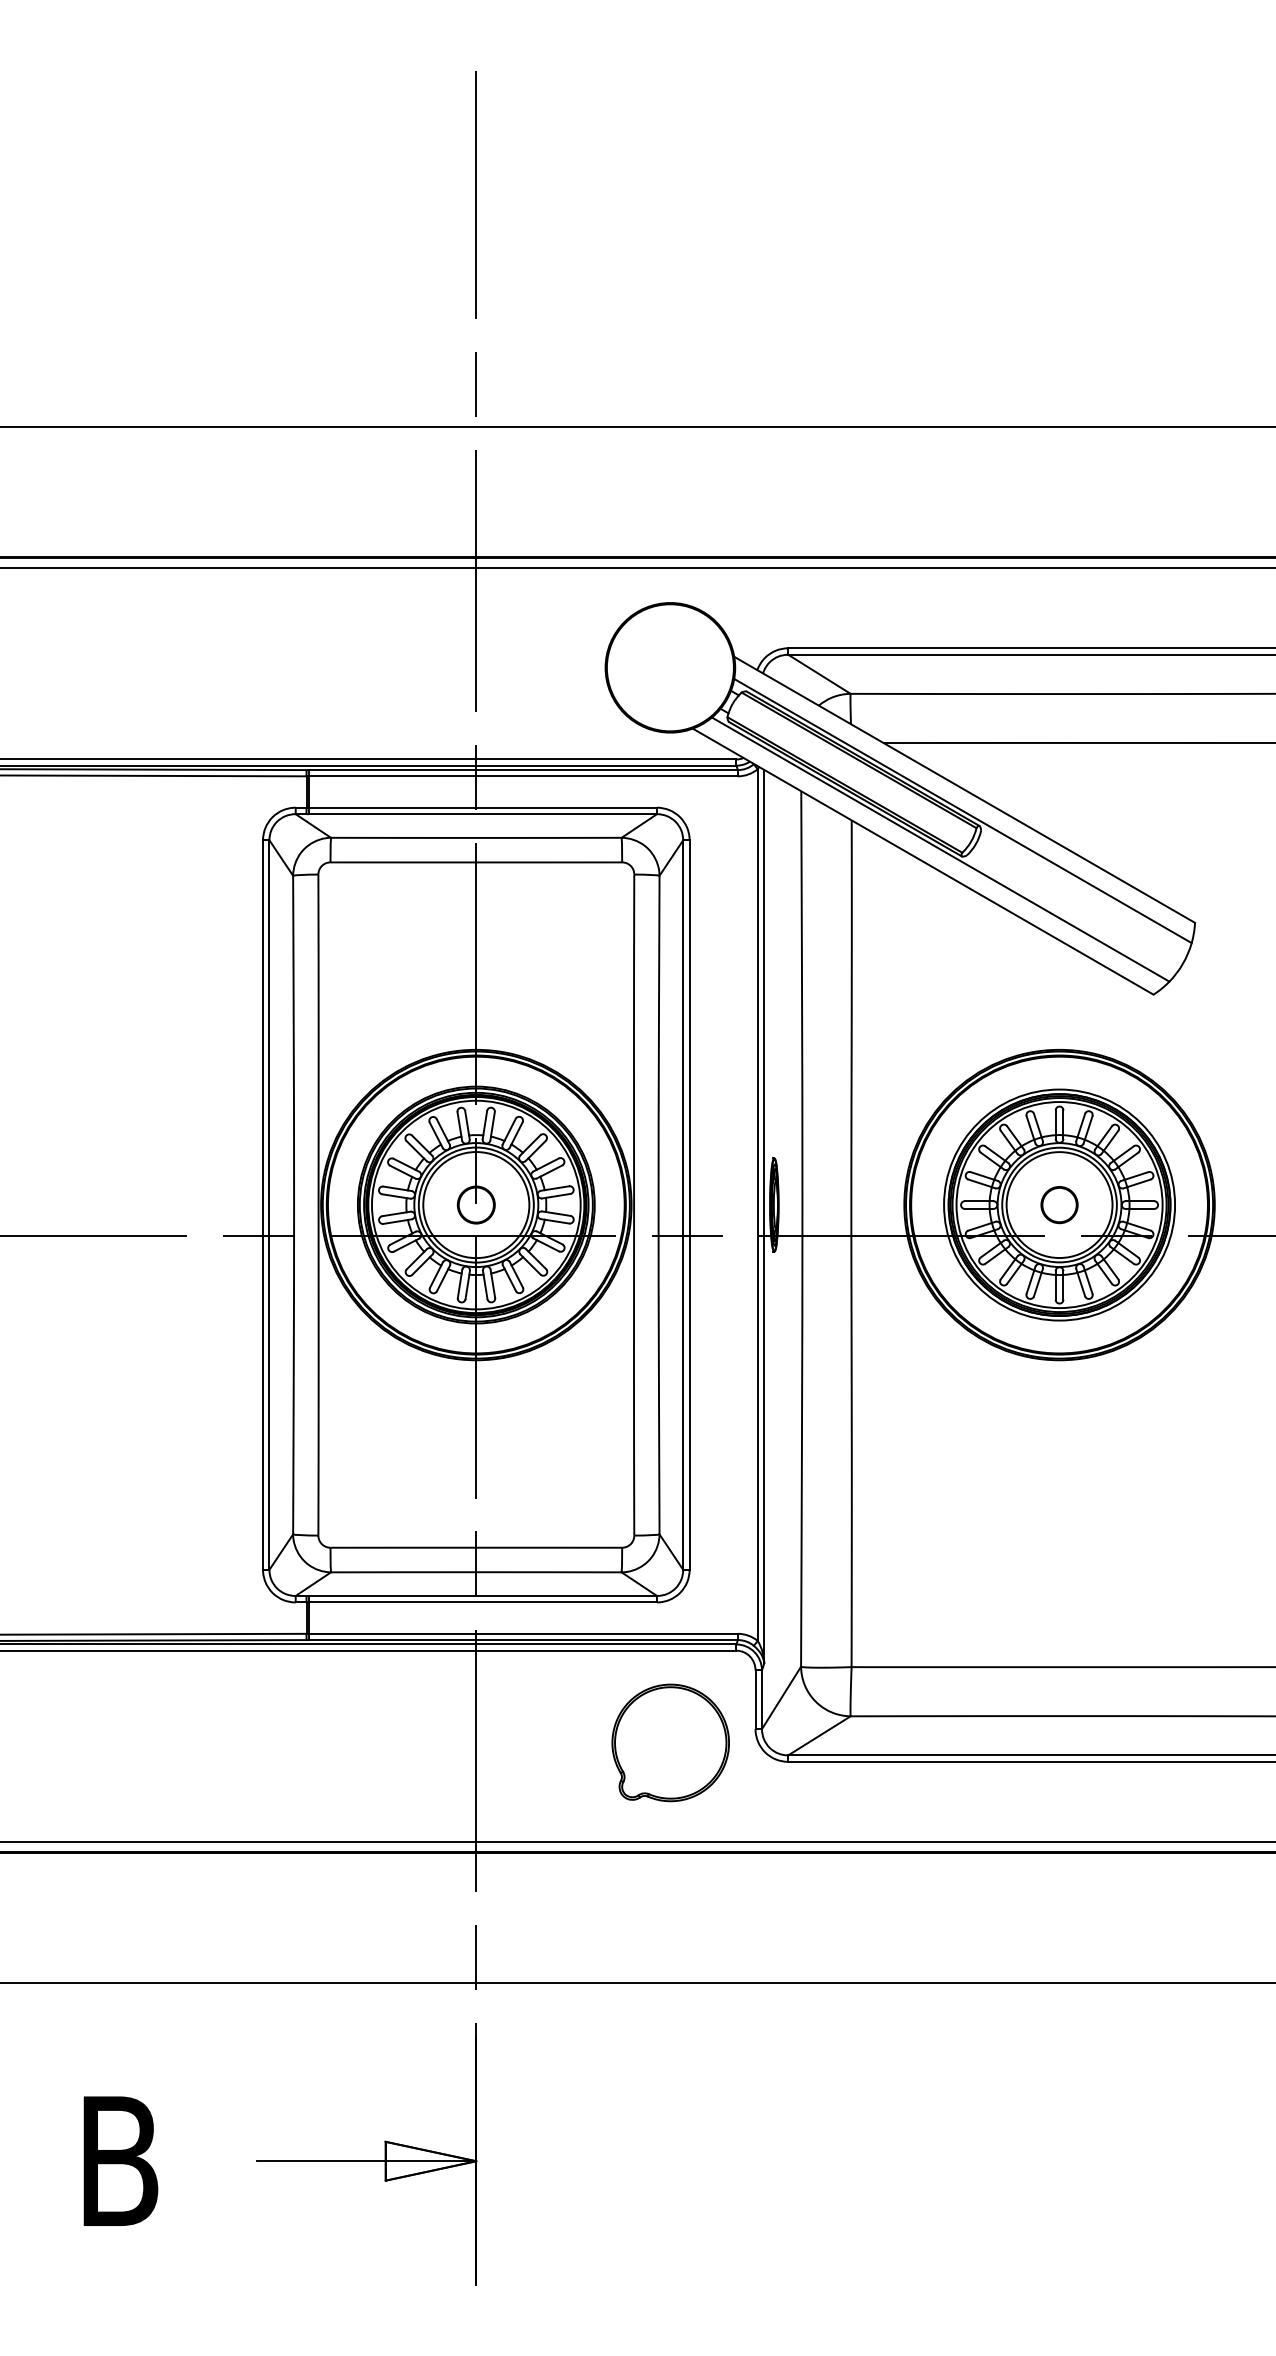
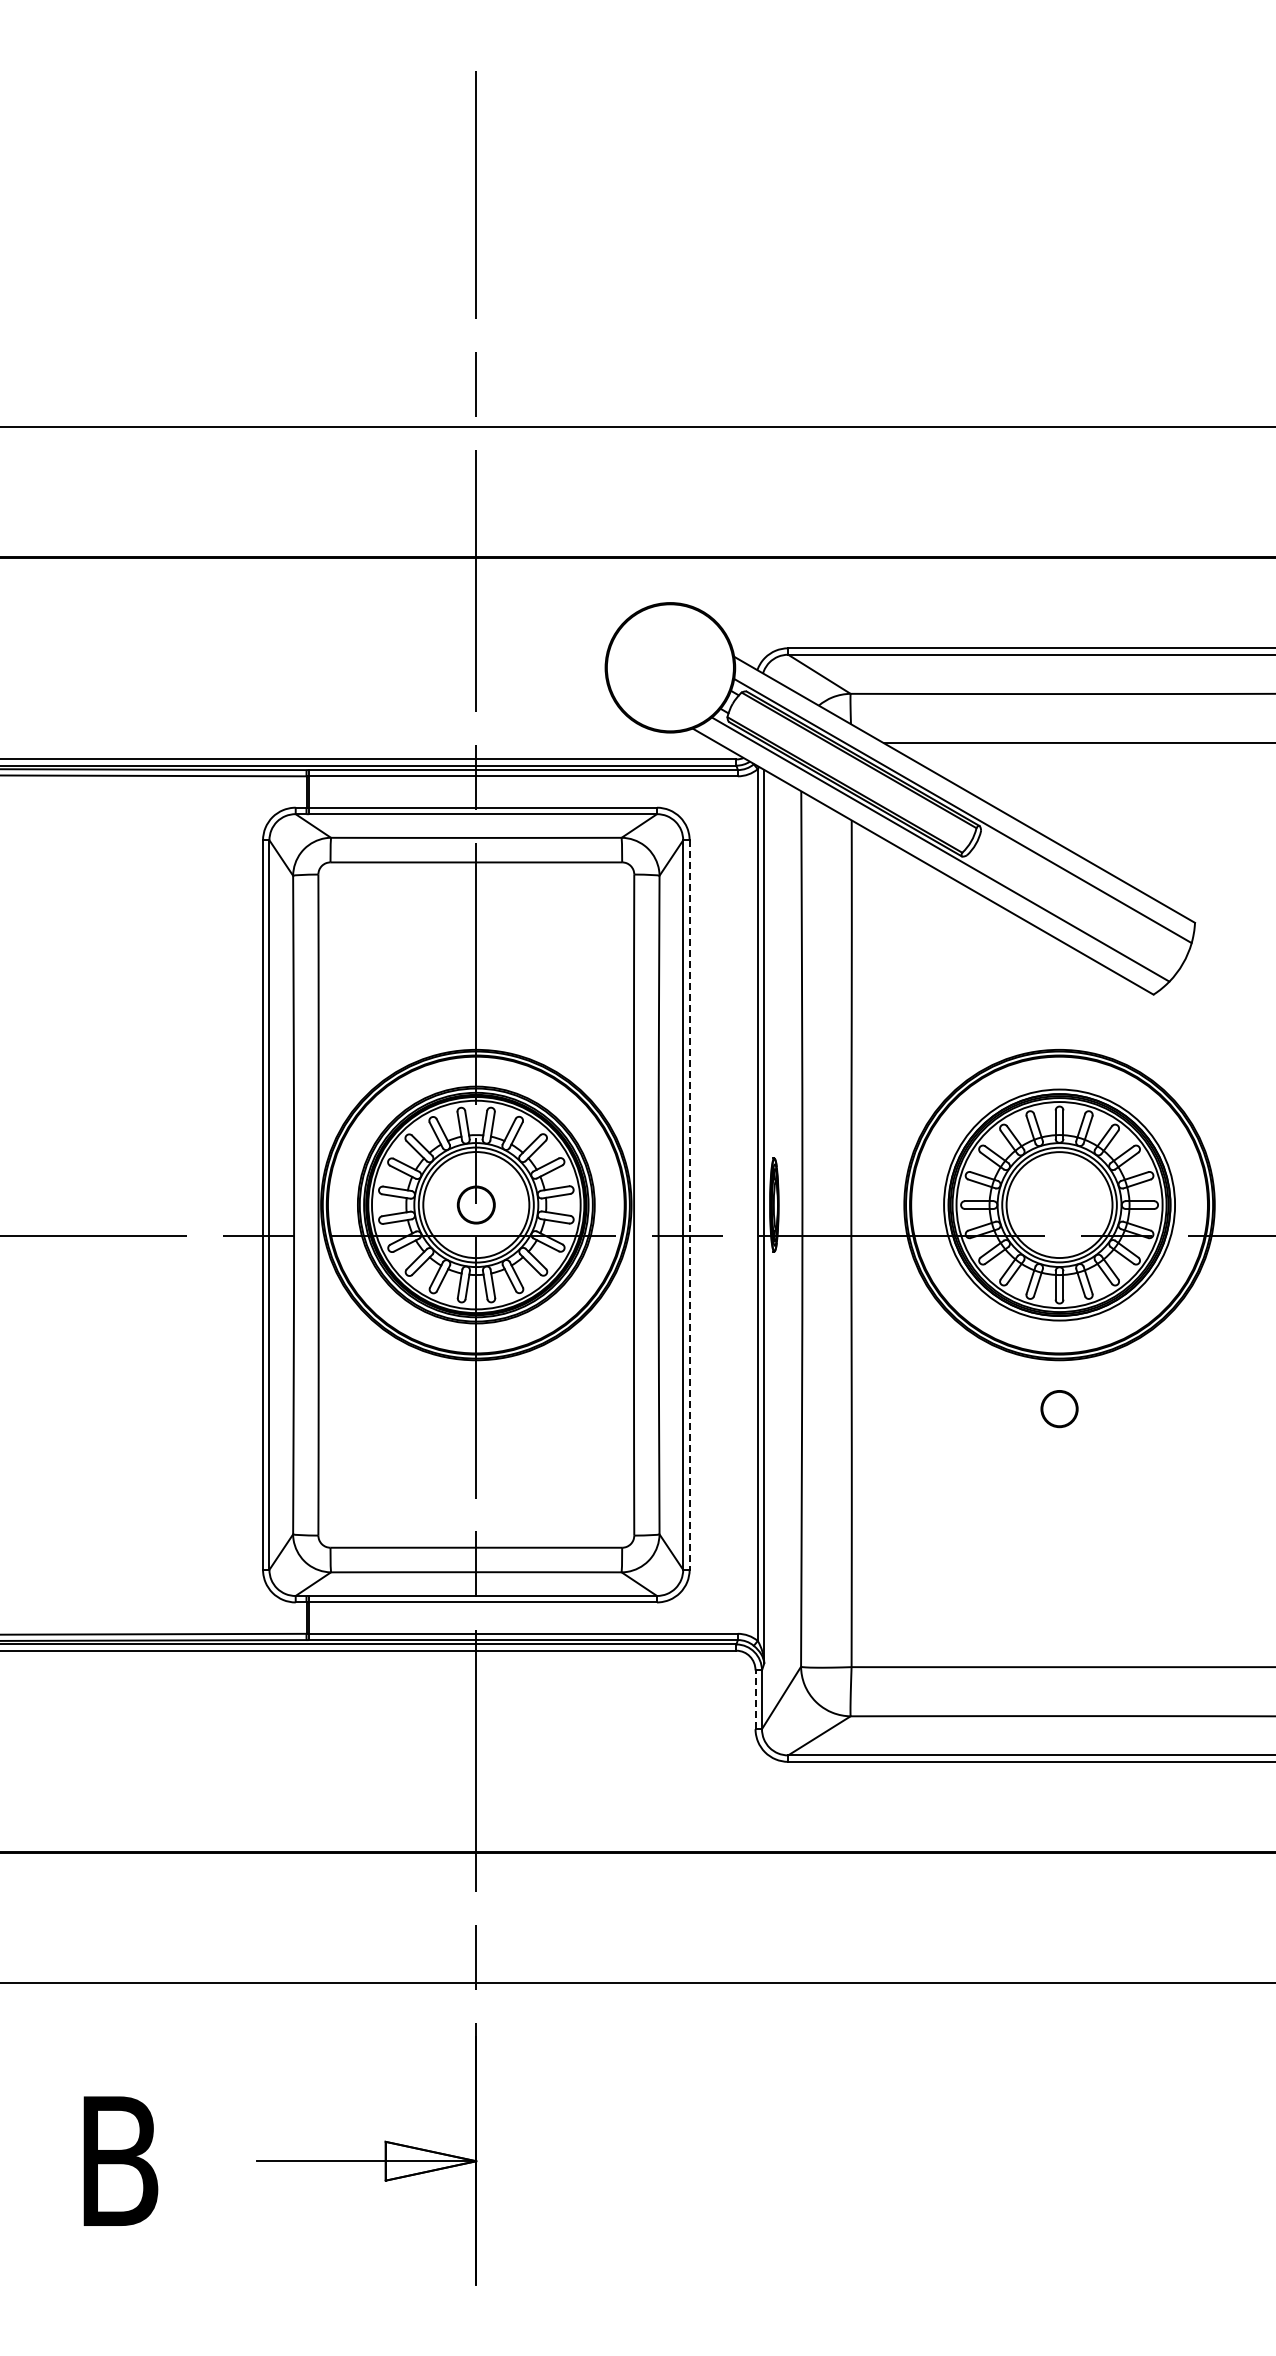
line at (637, 568): present -> none
line at (689, 1205): solid -> dashed
circle at (1059, 1205) position: (1059, 1205) -> (1059, 1409)
line at (755, 1699): solid -> dashed
part at (670, 1742): present -> none
line at (637, 1841): present -> none
